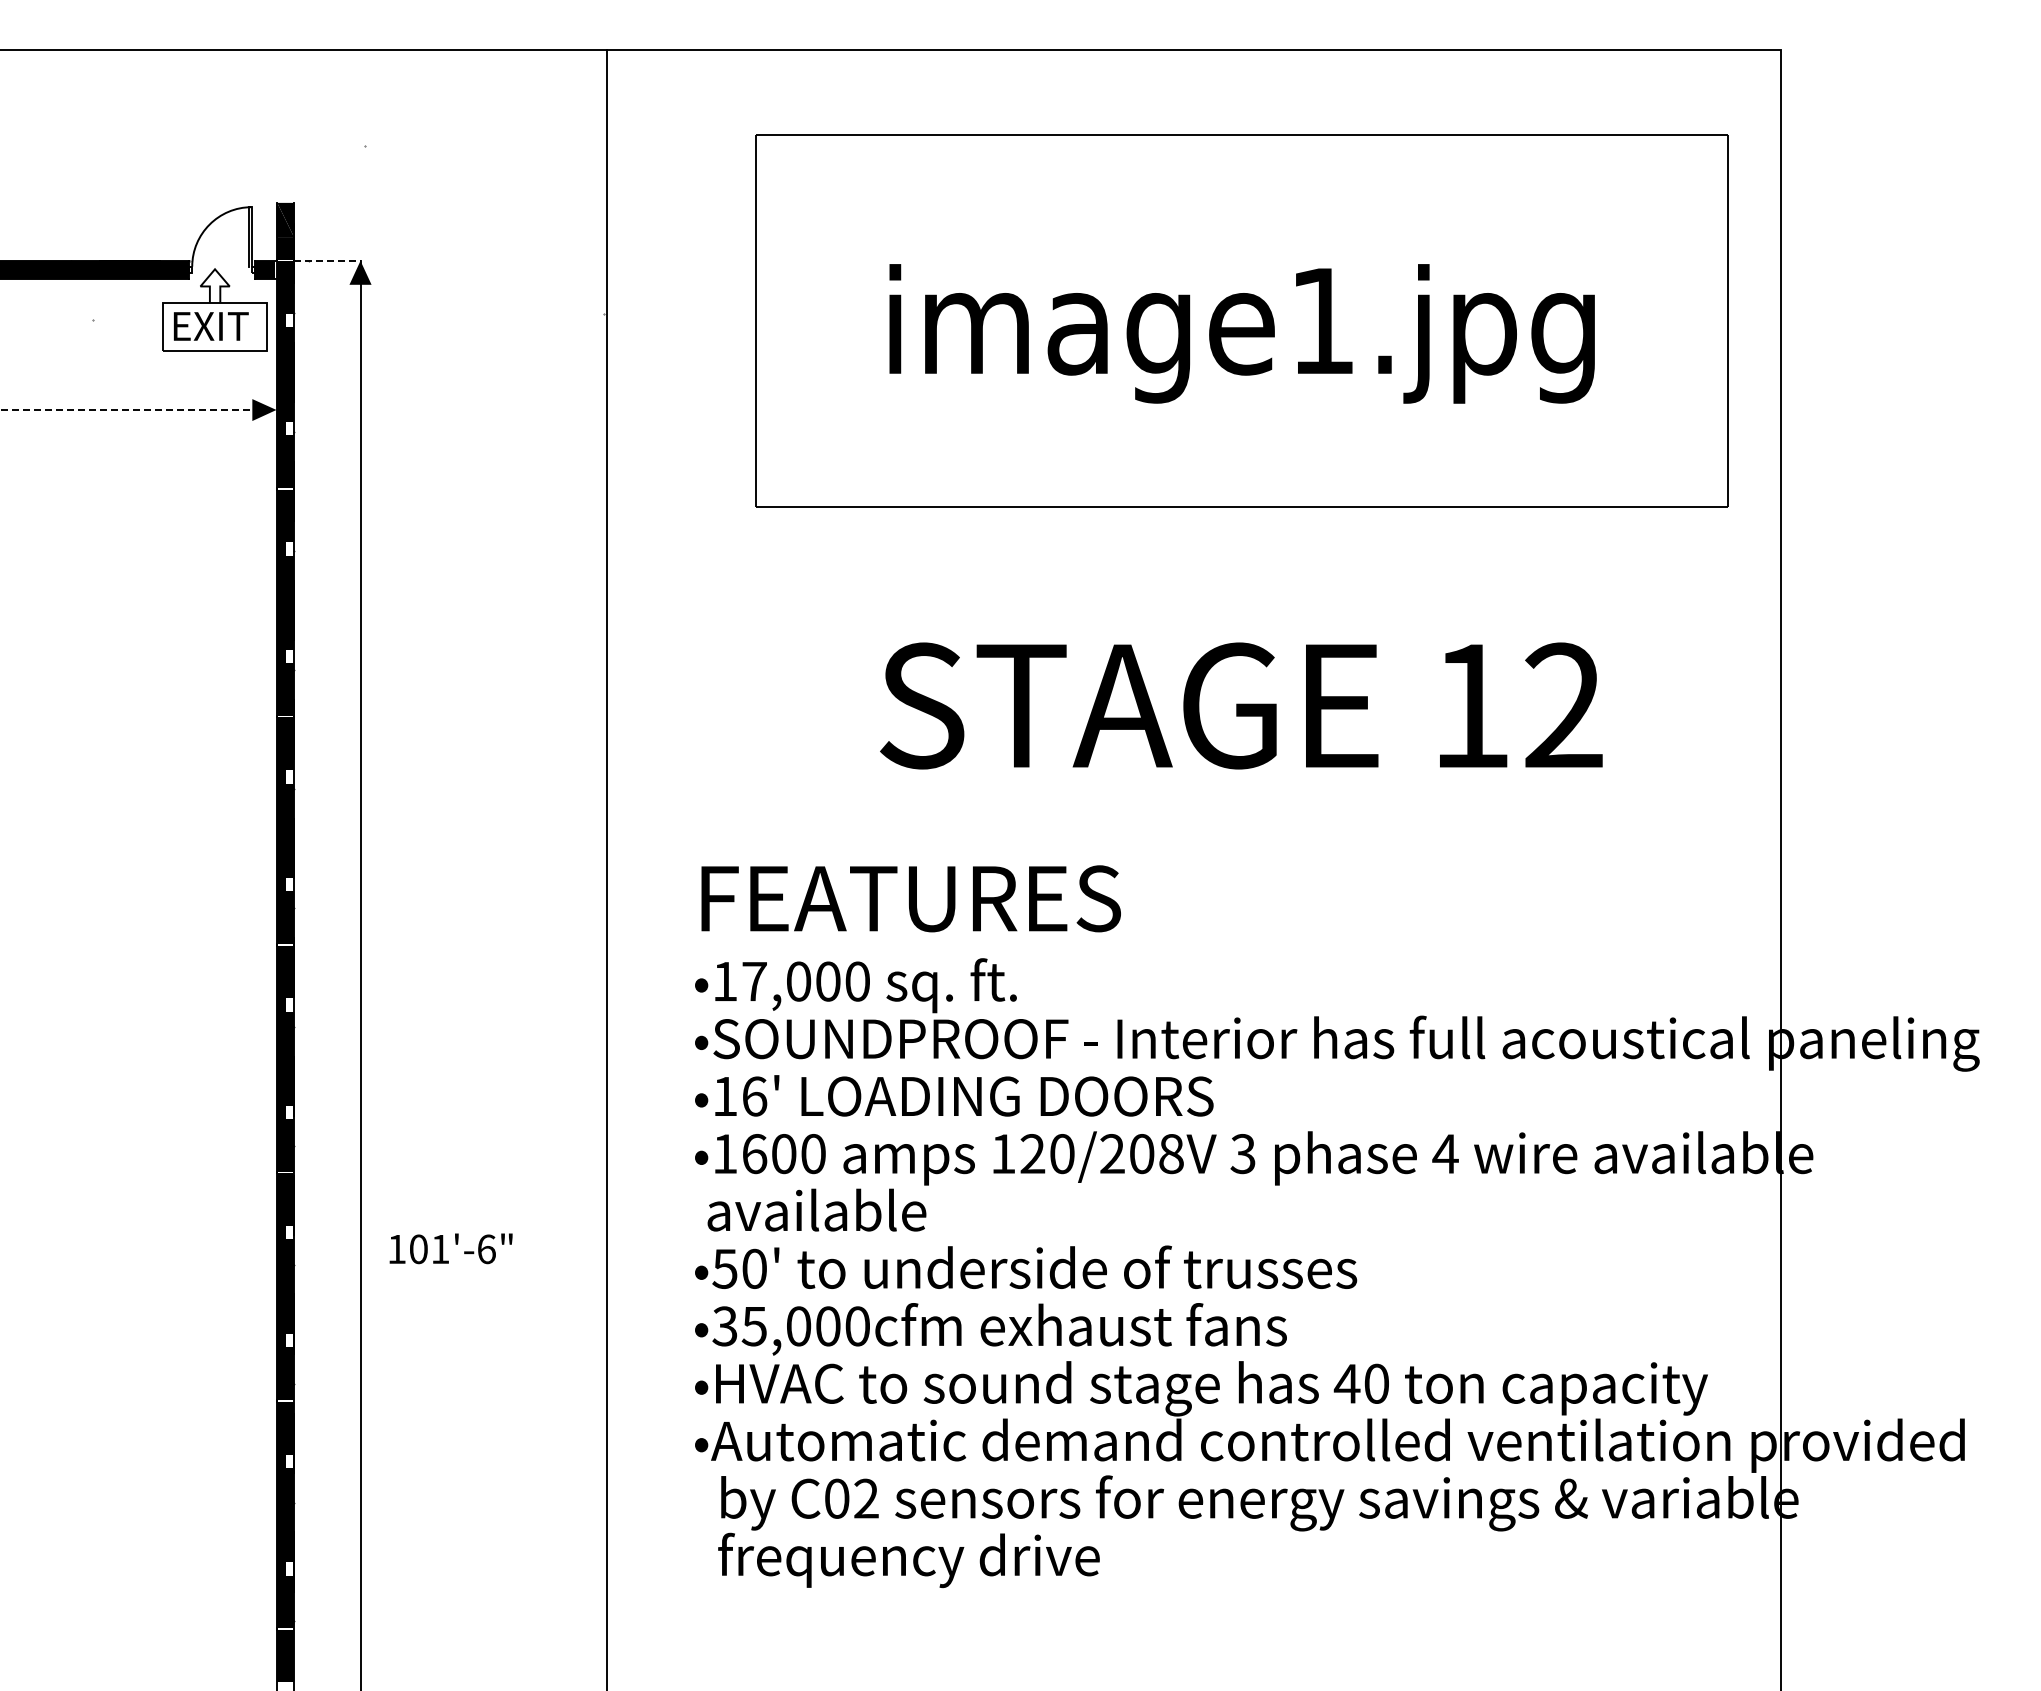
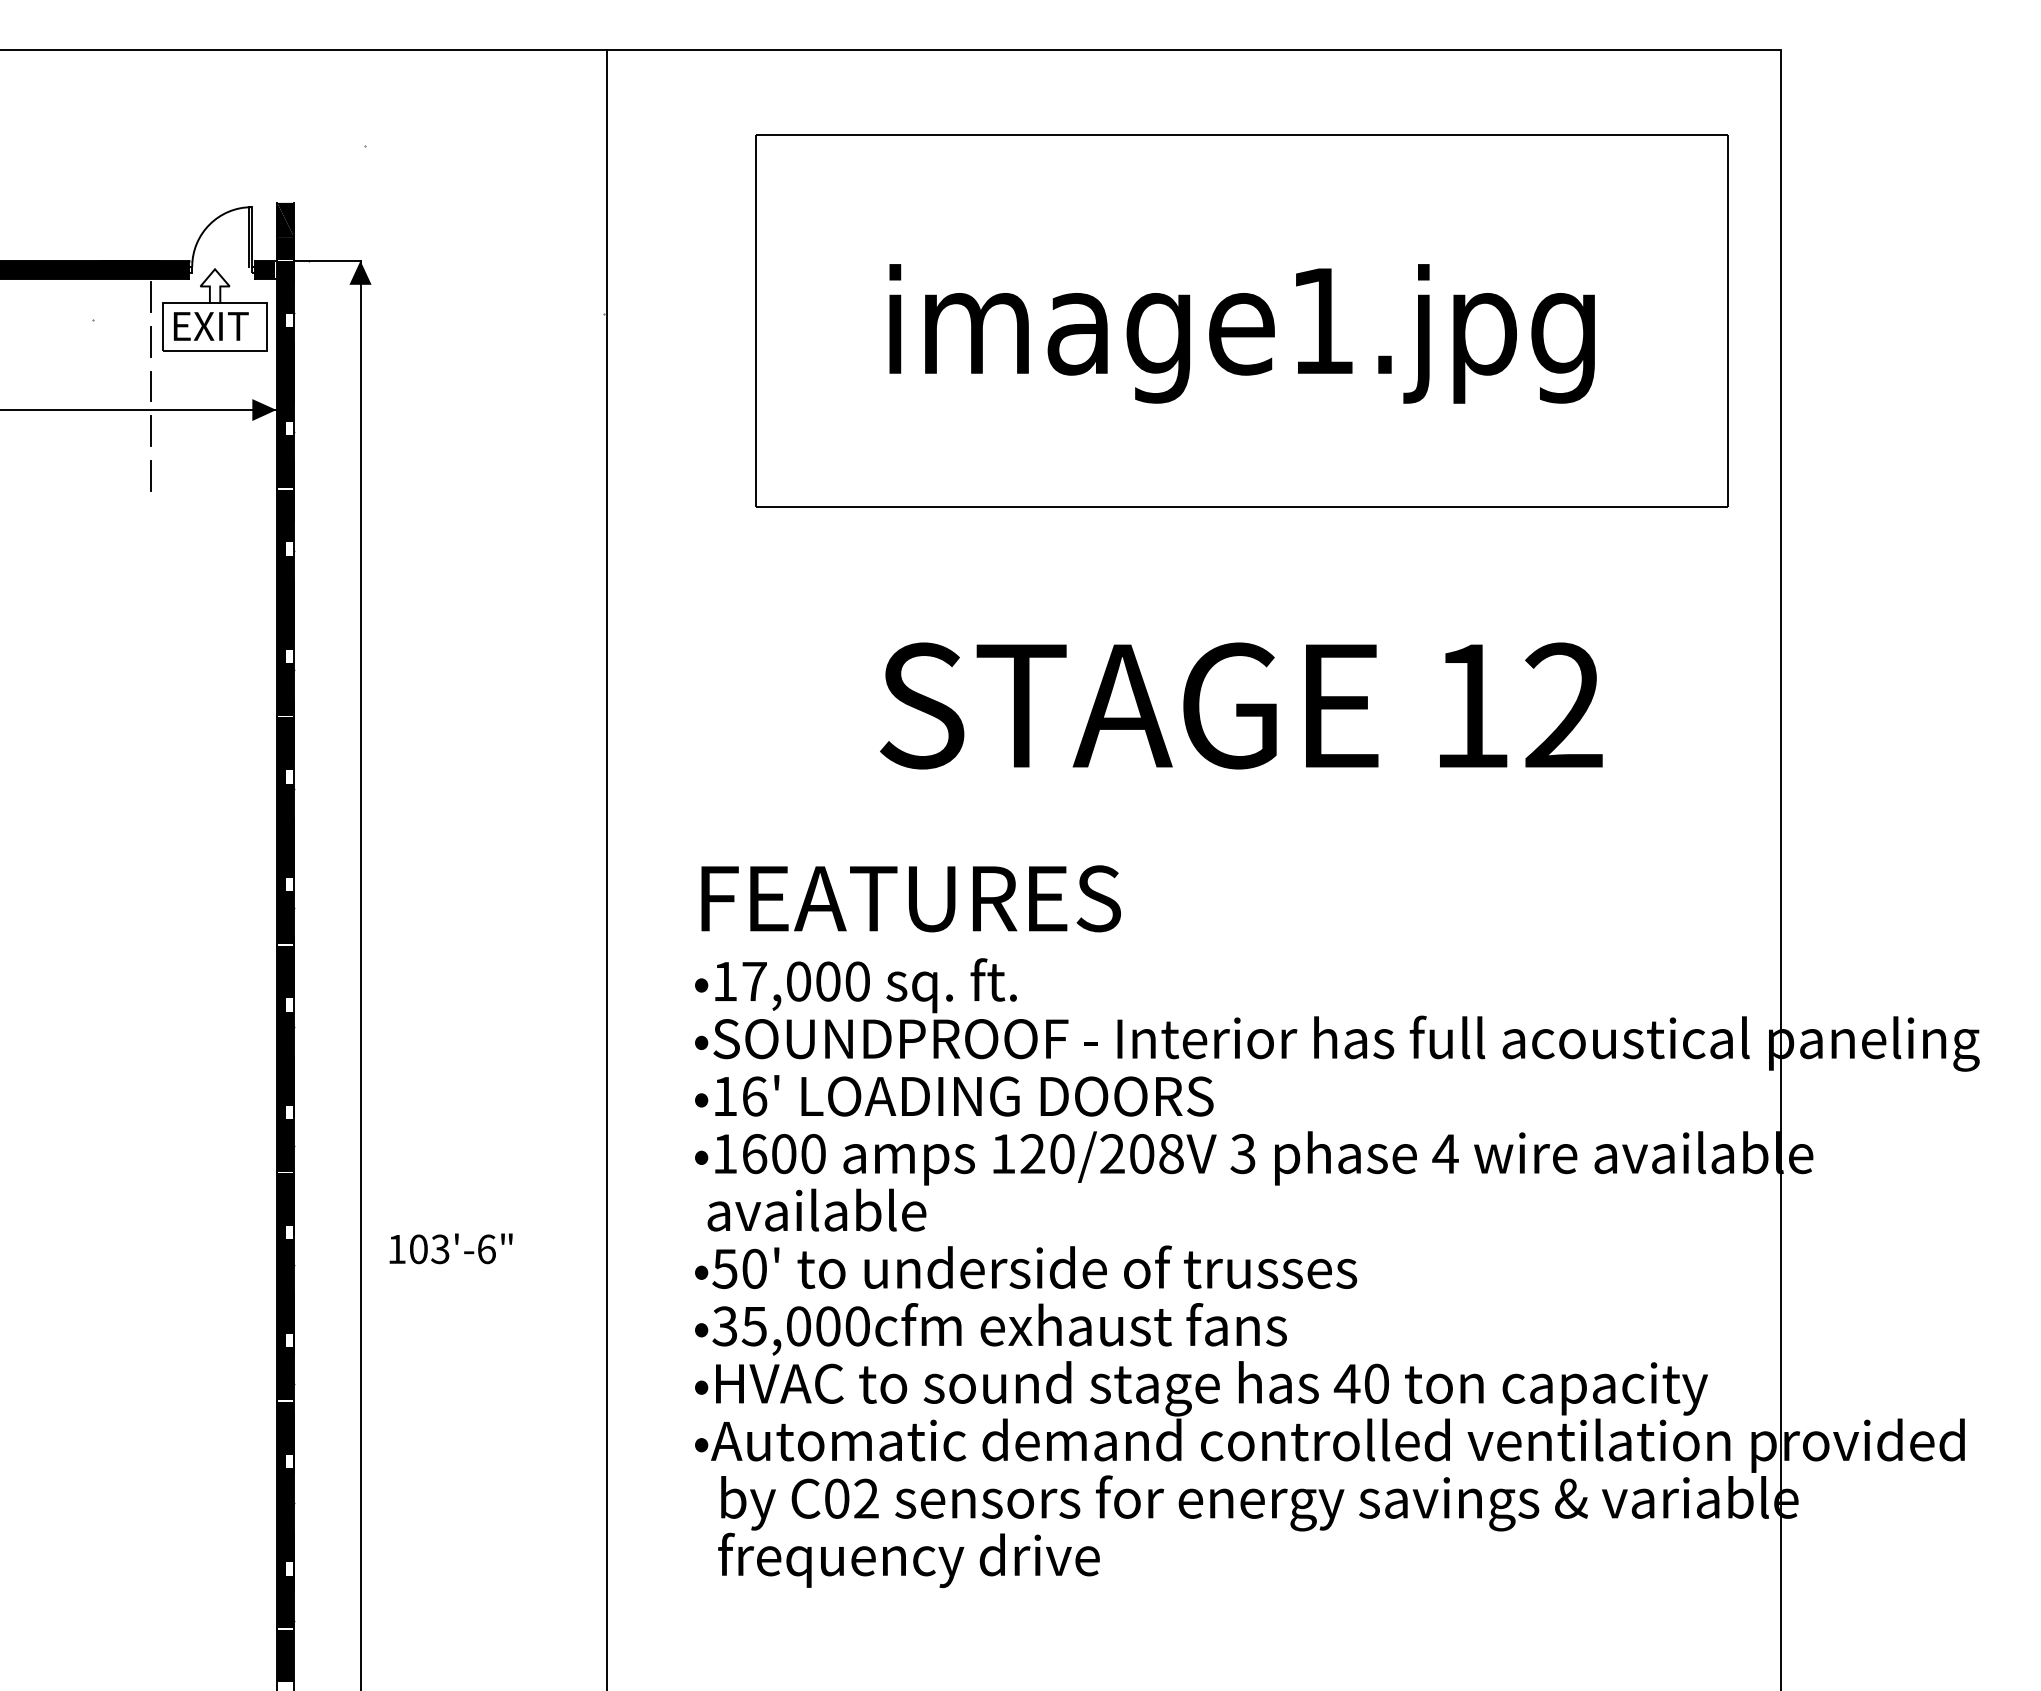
line at (327, 260): dashed -> solid
line at (151, 297): none -> present
line at (150, 341): none -> present
line at (151, 386): none -> present
line at (138, 409): dashed -> solid
line at (151, 430): none -> present
line at (151, 475): none -> present
text at (440, 1249): 101'-6" -> 103'-6"
